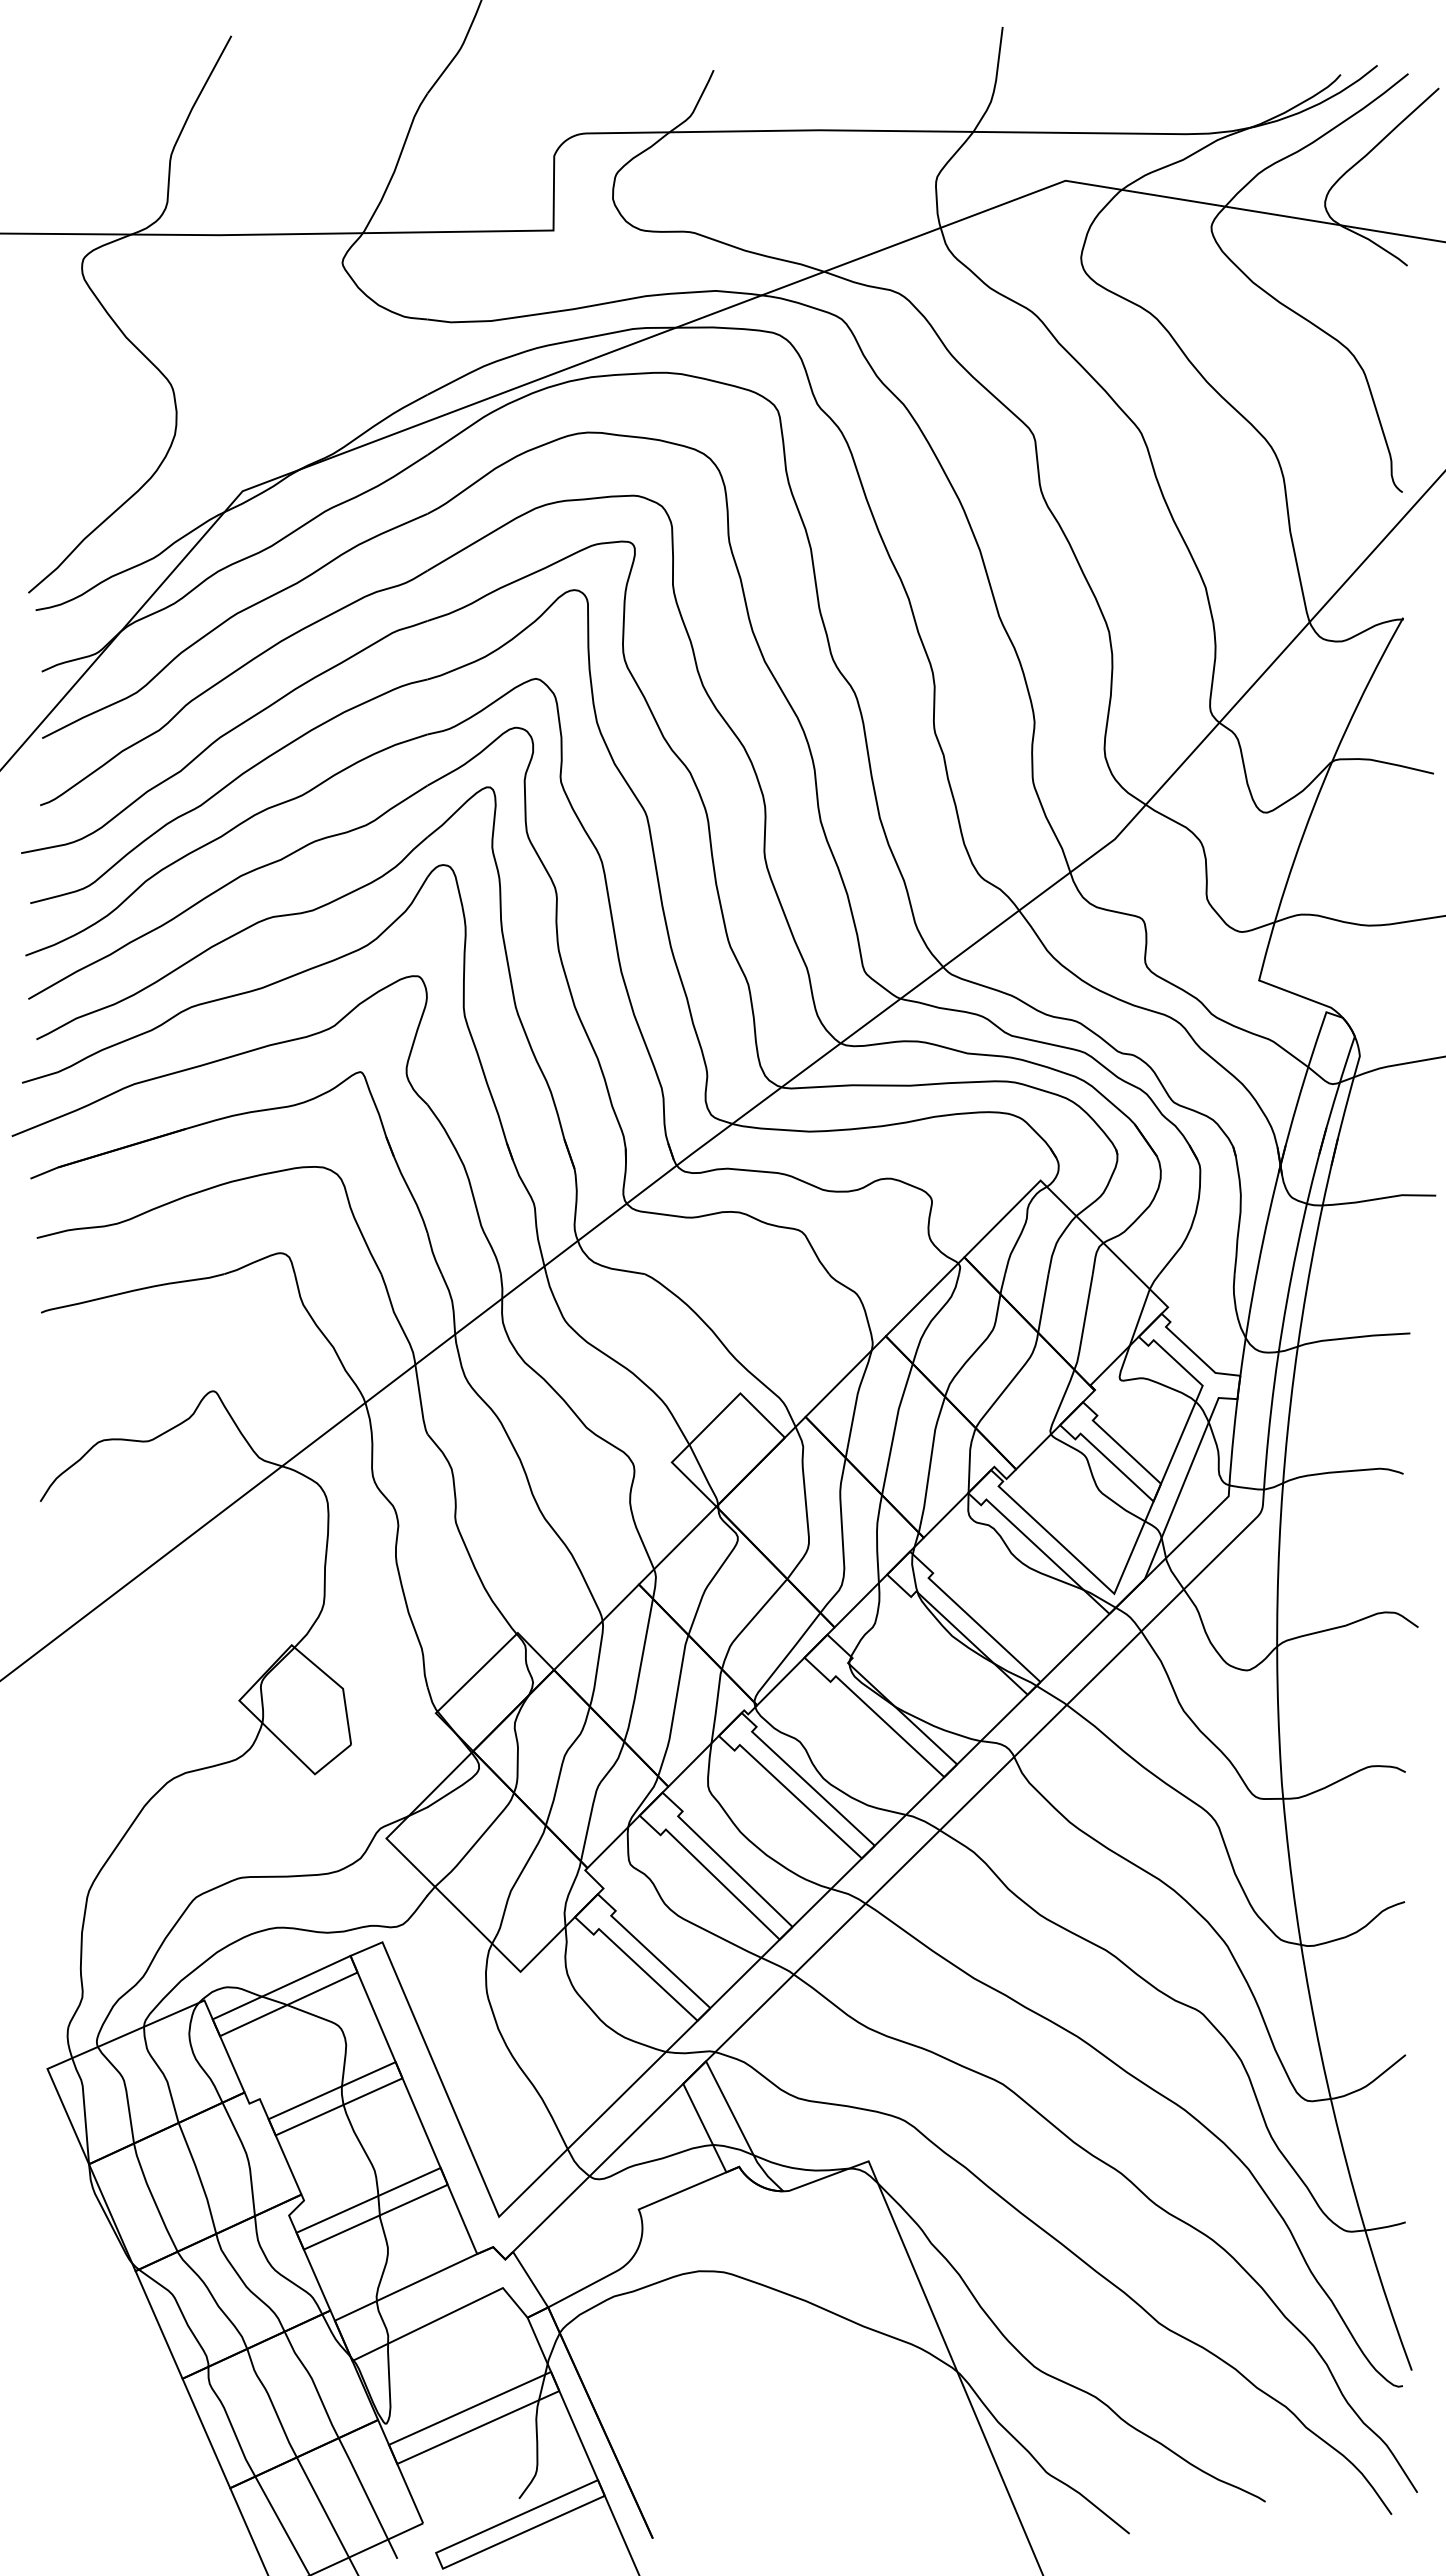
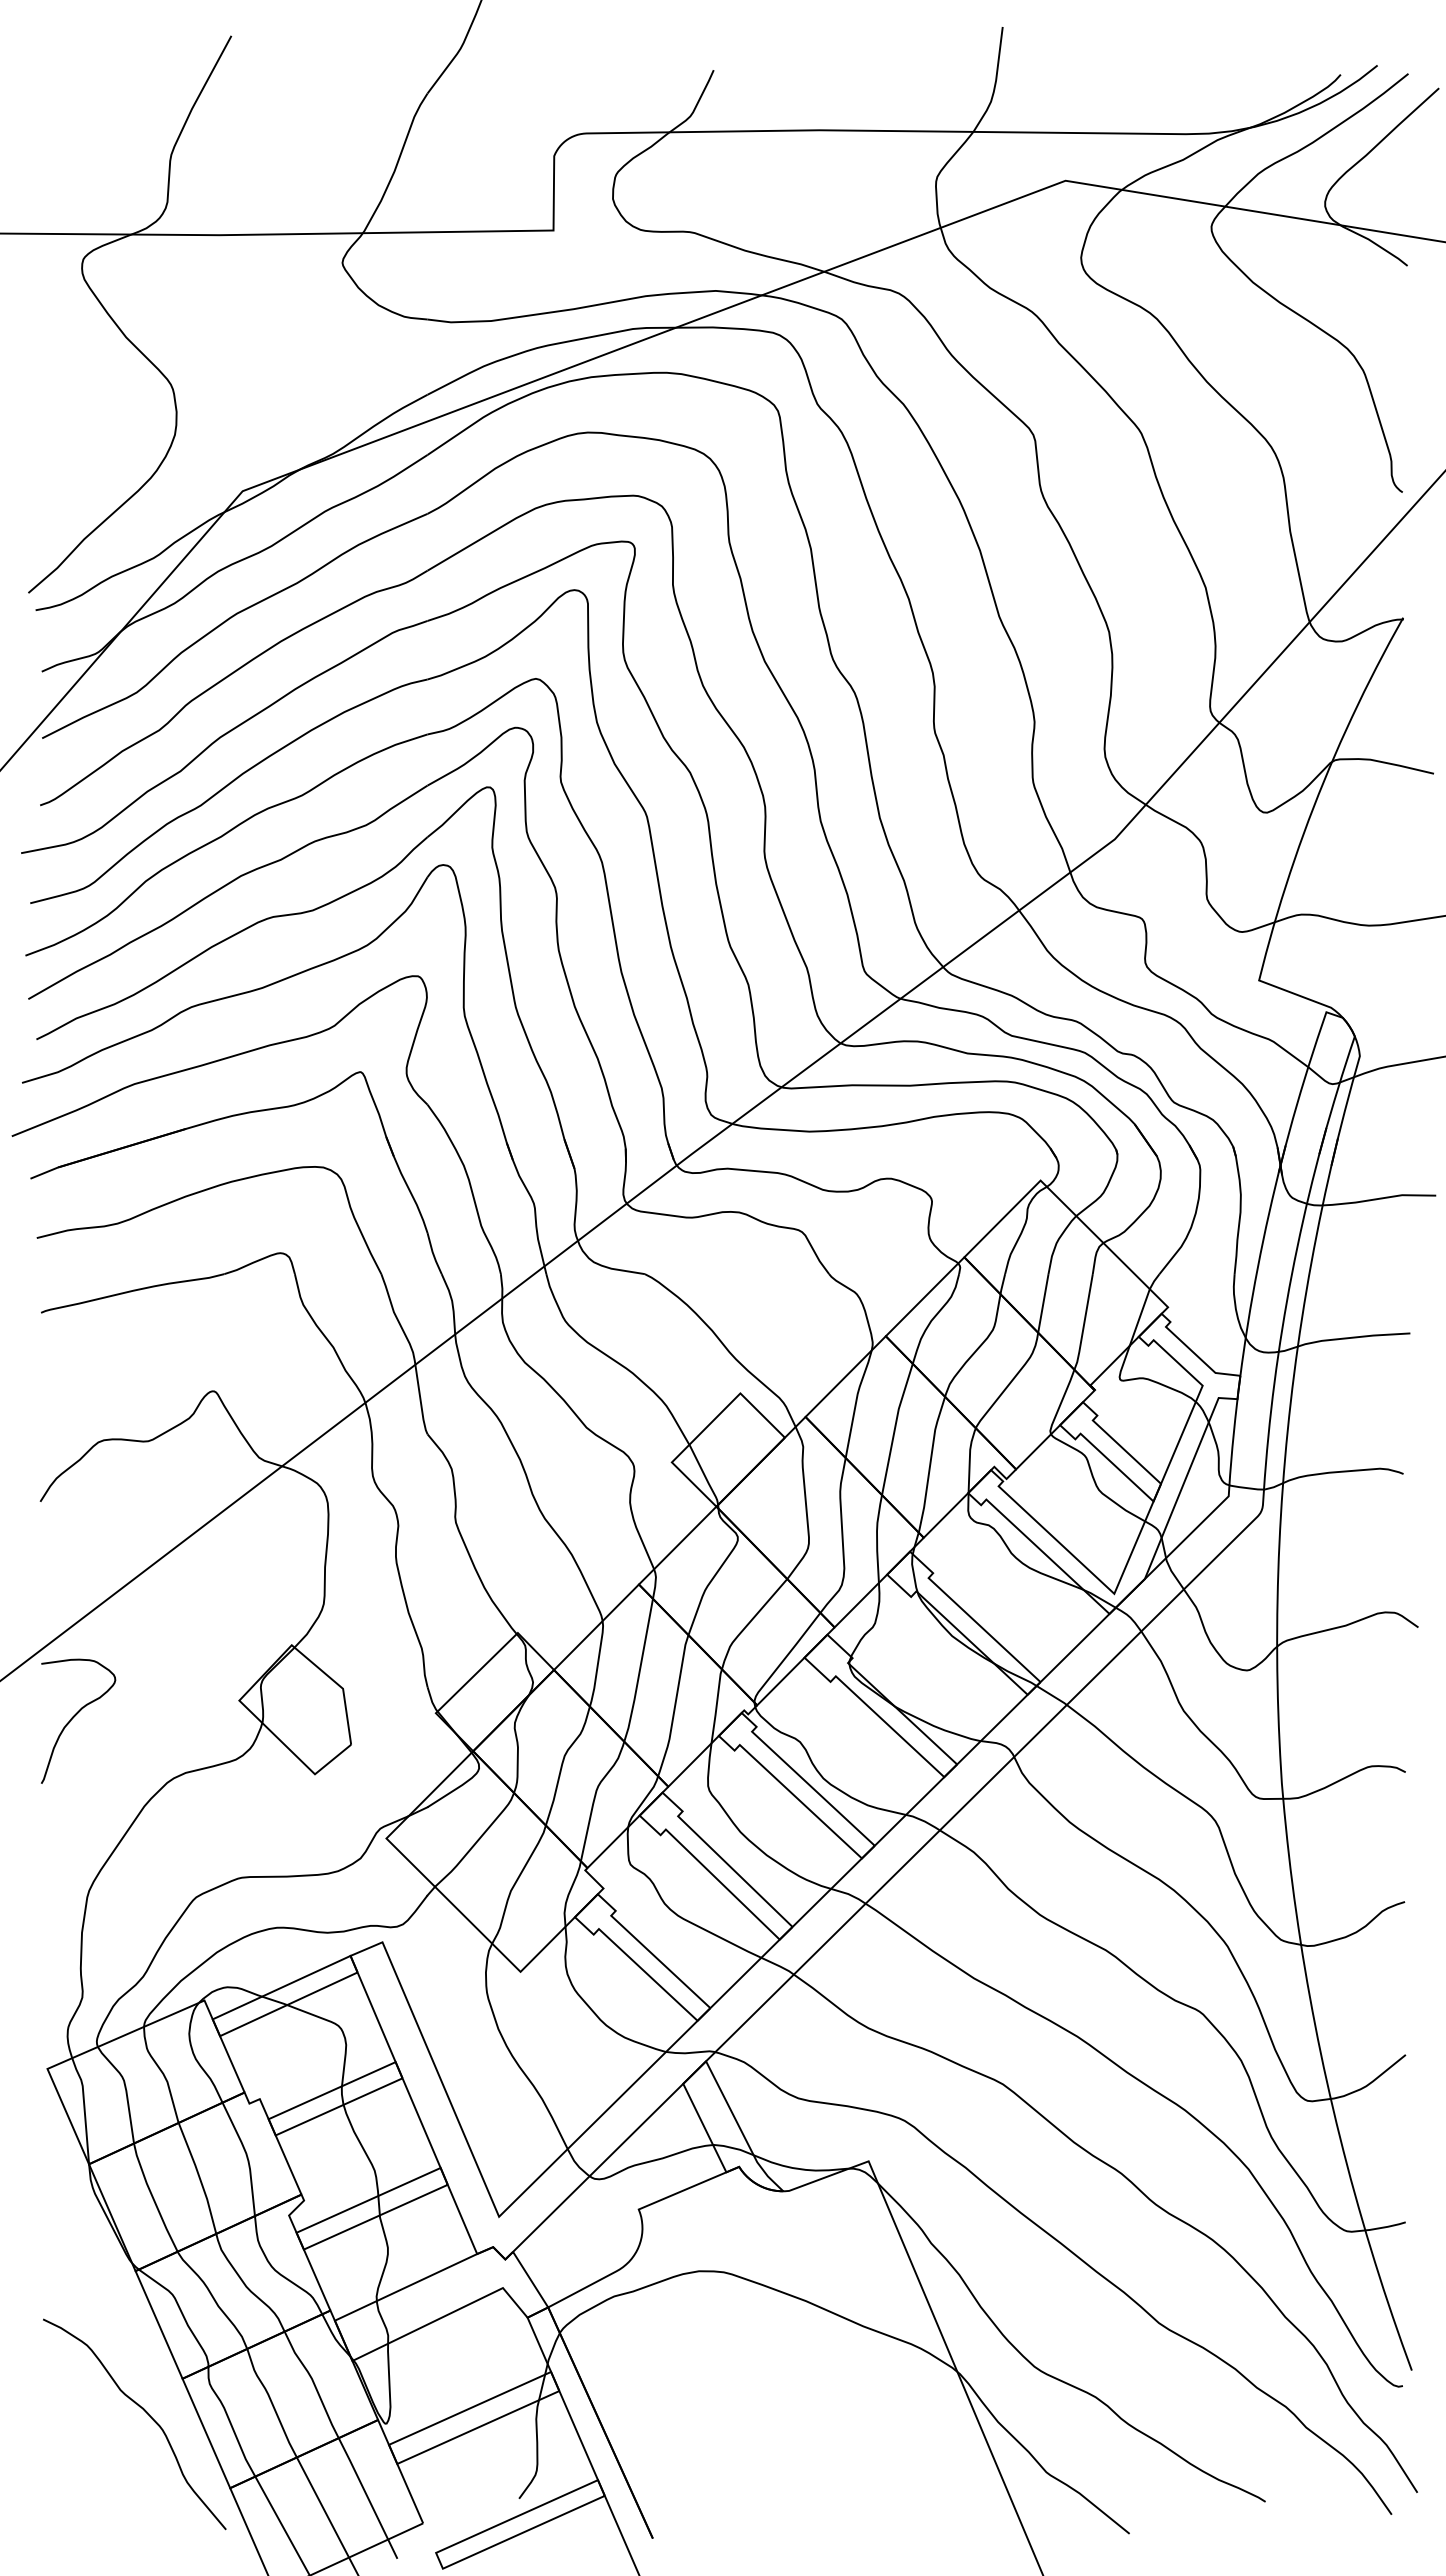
curve at (75, 1716): none -> present
curve at (145, 2412): none -> present
